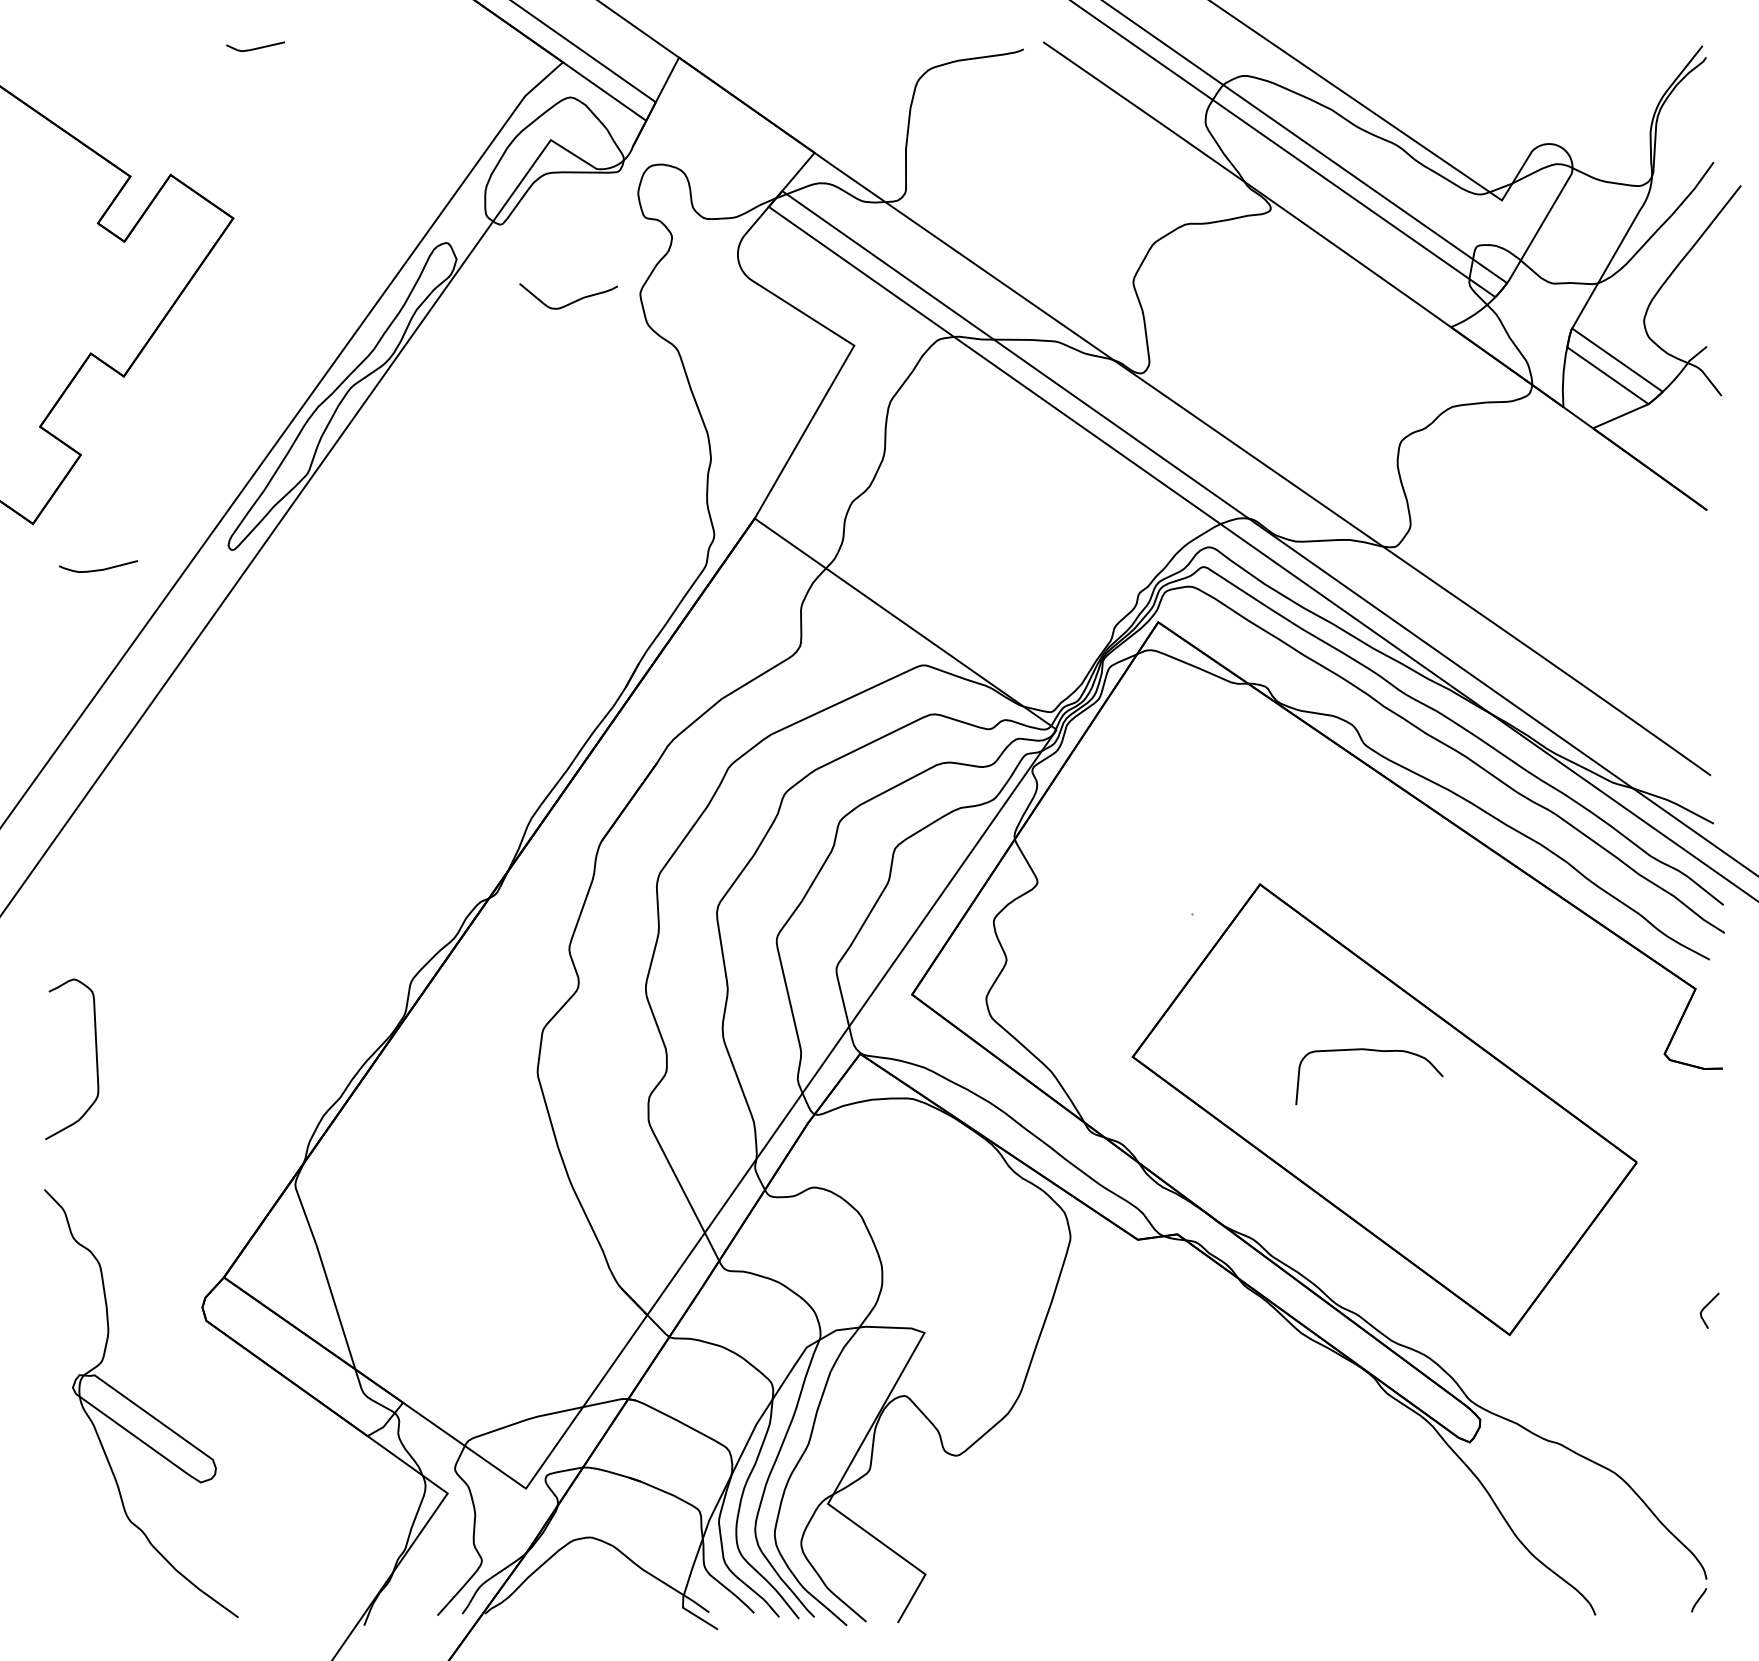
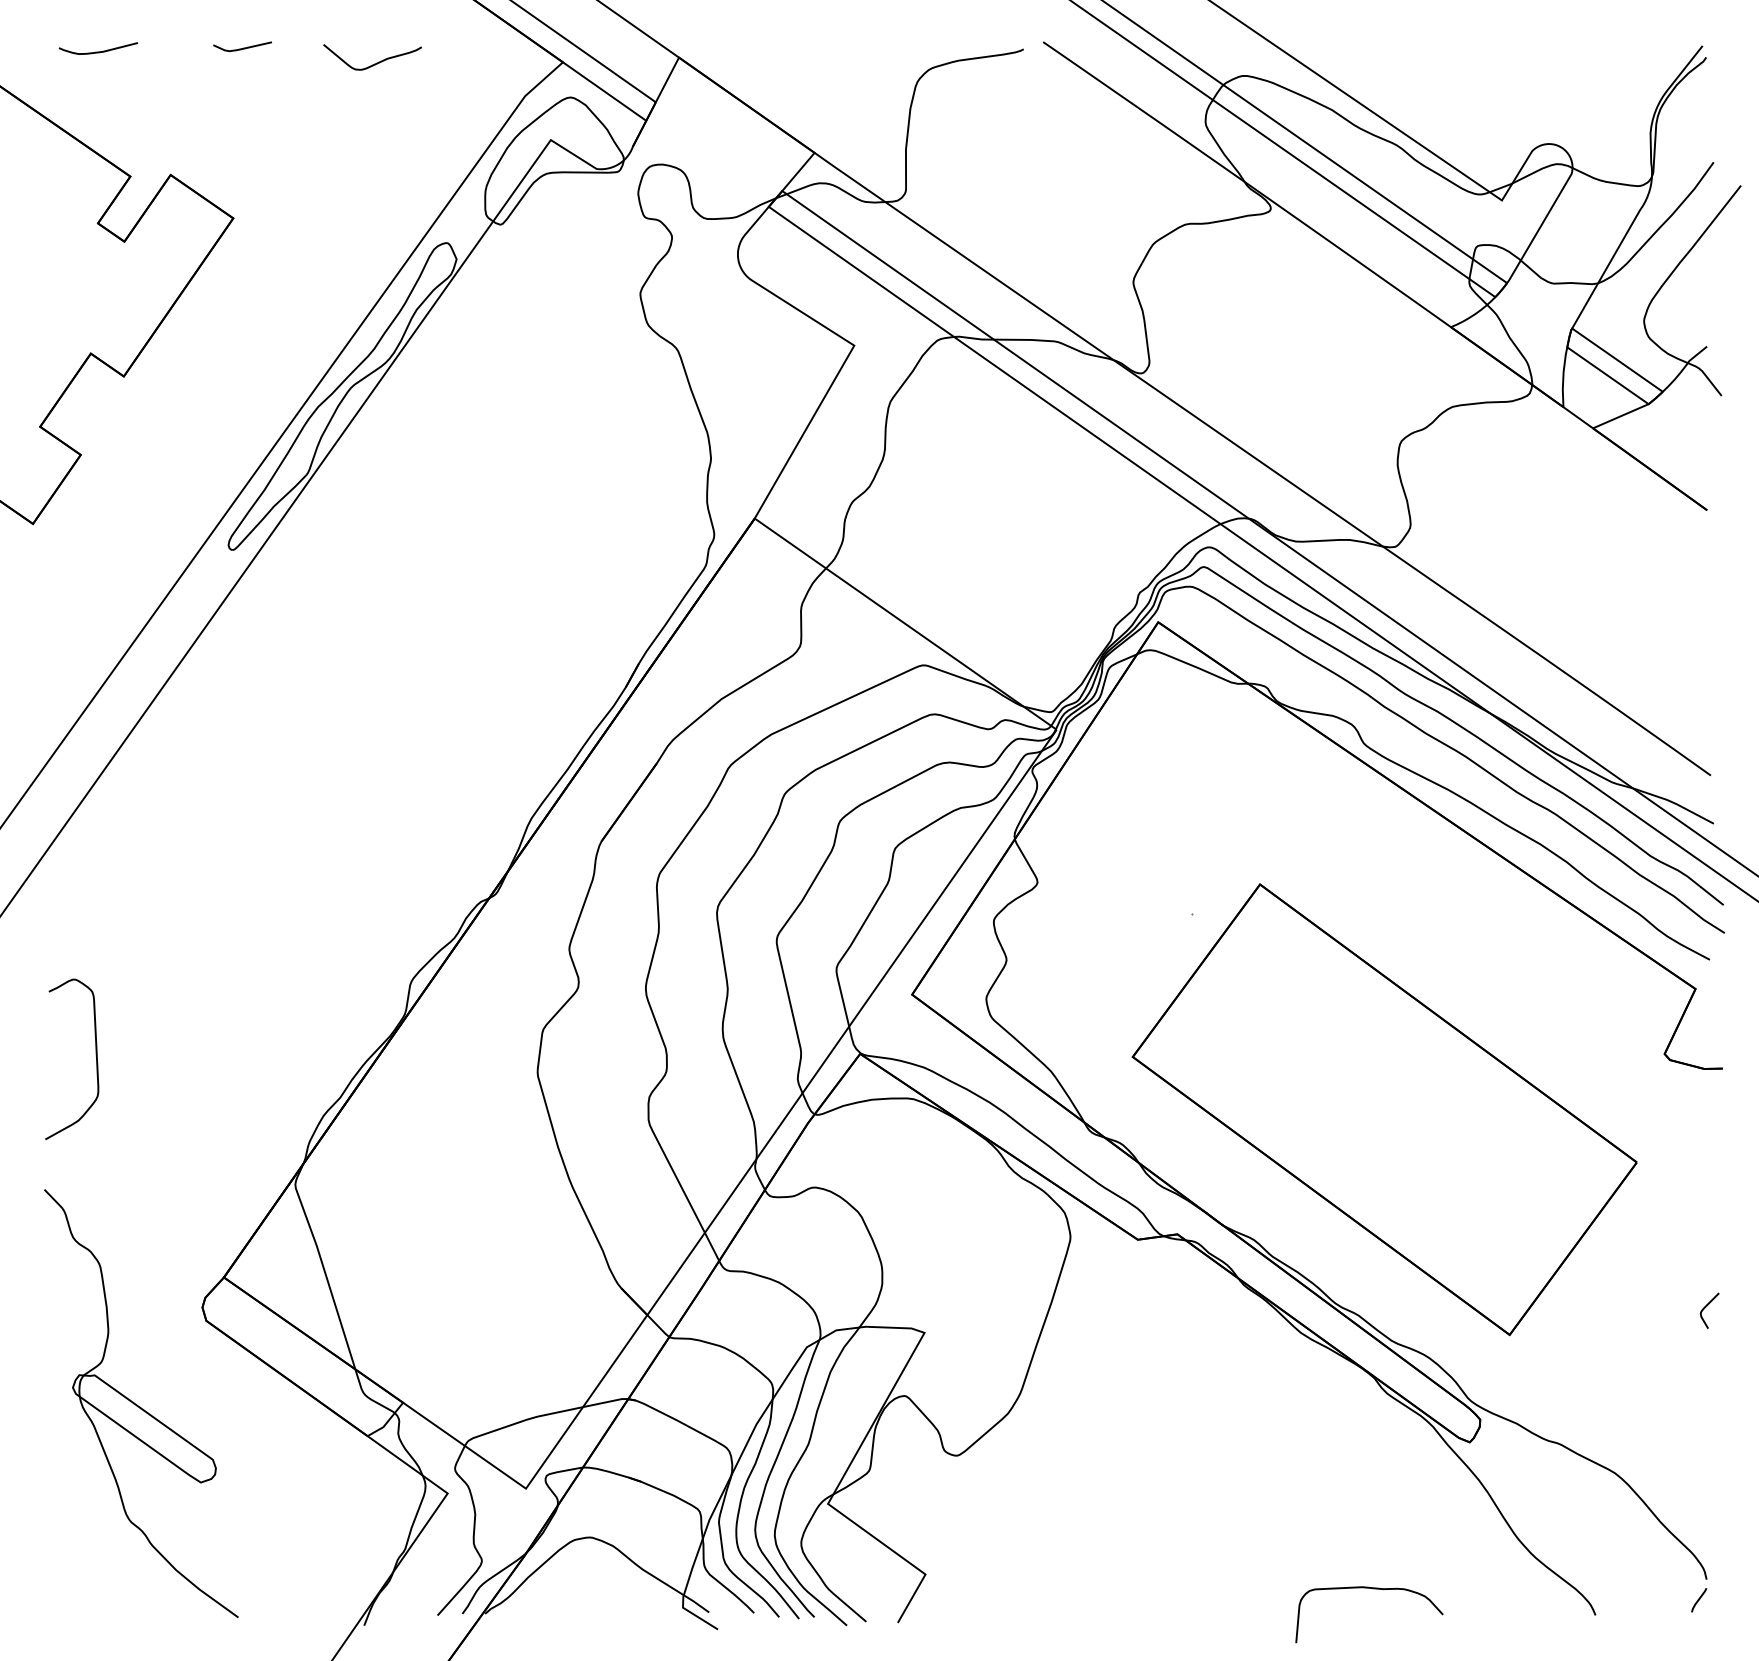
line at (256, 47) position: (256, 47) -> (243, 47)
curve at (570, 302) position: (570, 302) -> (374, 63)
curve at (98, 569) position: (98, 569) -> (98, 51)
curve at (1373, 1051) position: (1373, 1051) -> (1373, 1589)
